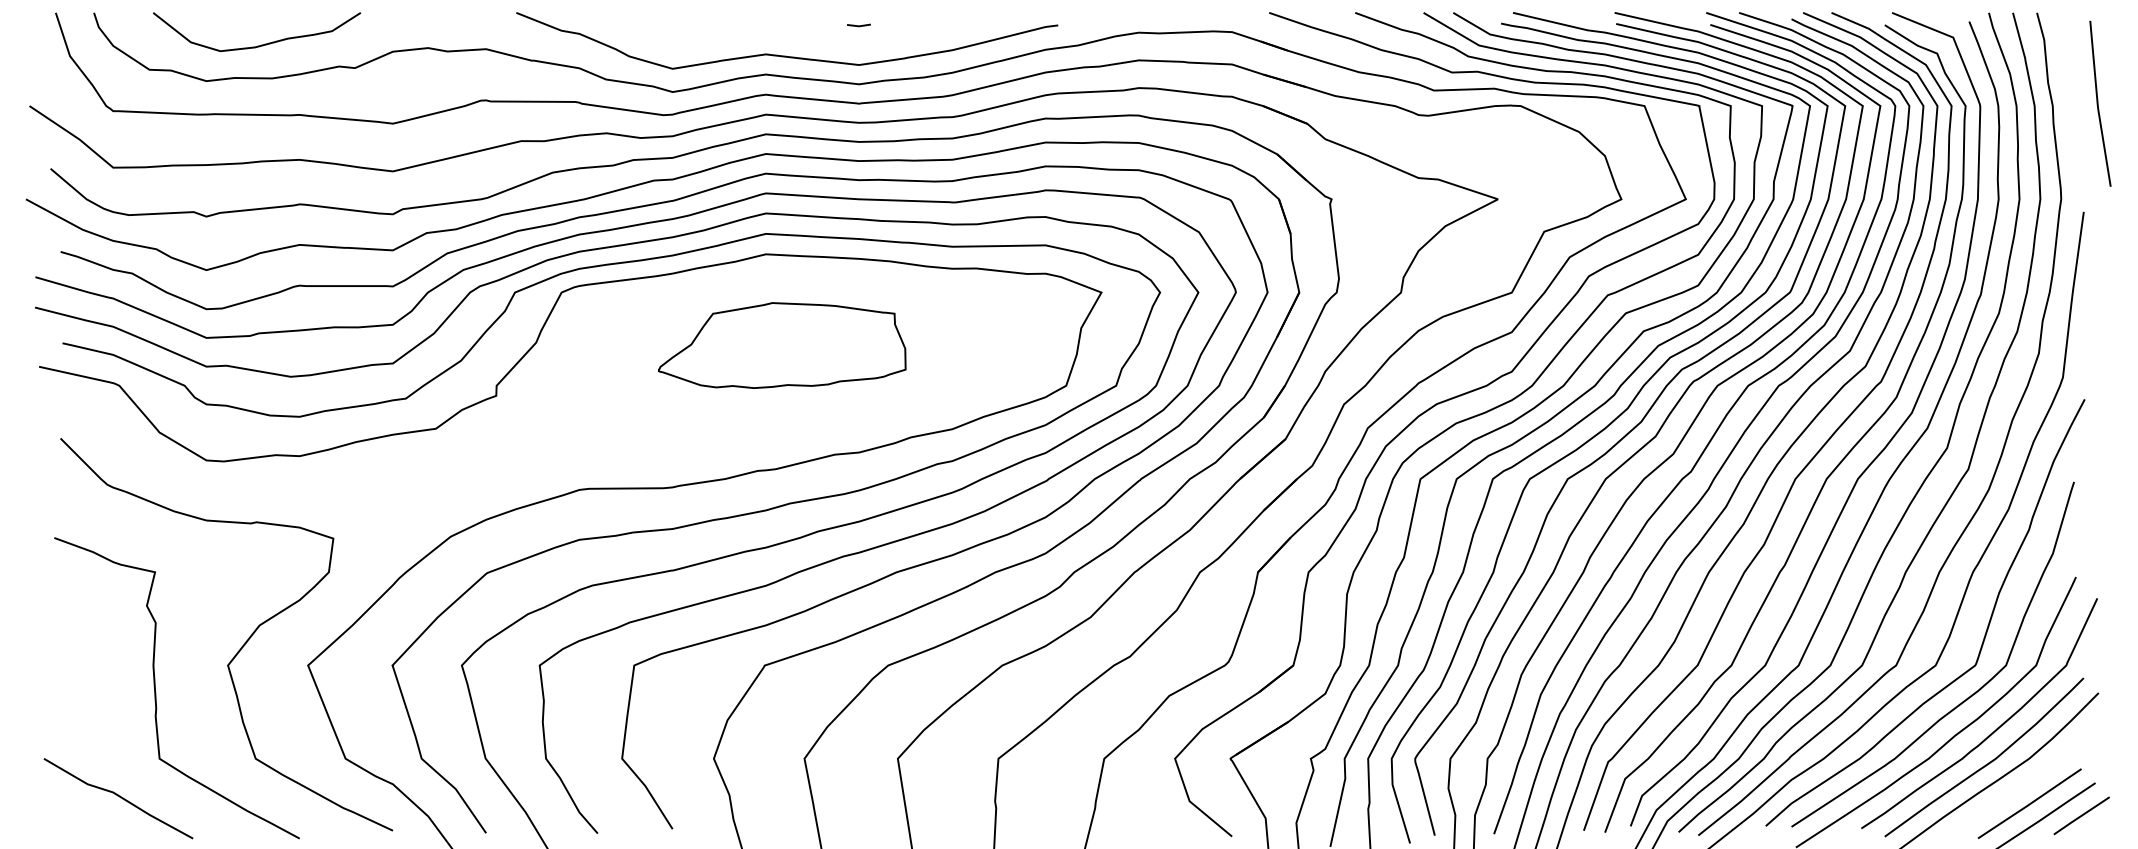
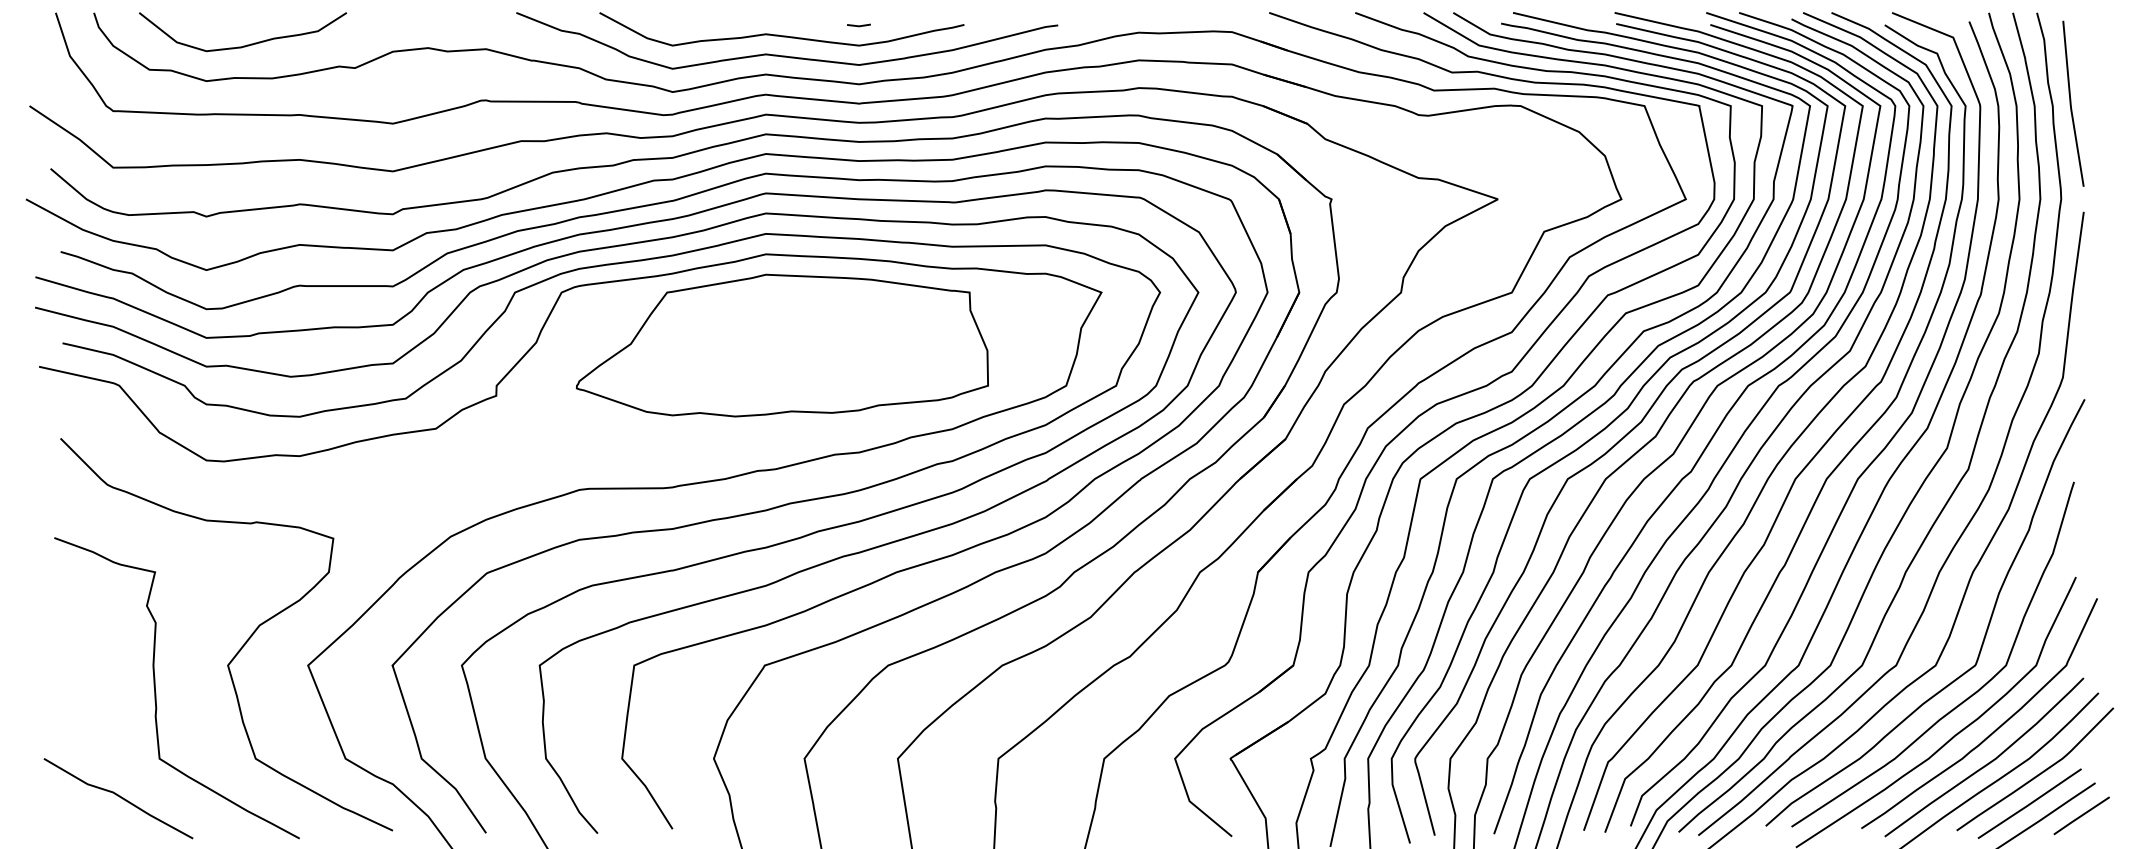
curve at (778, 34): none -> present
curve at (261, 44) position: (261, 44) -> (247, 44)
curve at (2098, 103) position: (2098, 103) -> (2071, 103)
part at (782, 345) size: 249x87 px -> 414x145 px
curve at (2037, 774): none -> present
